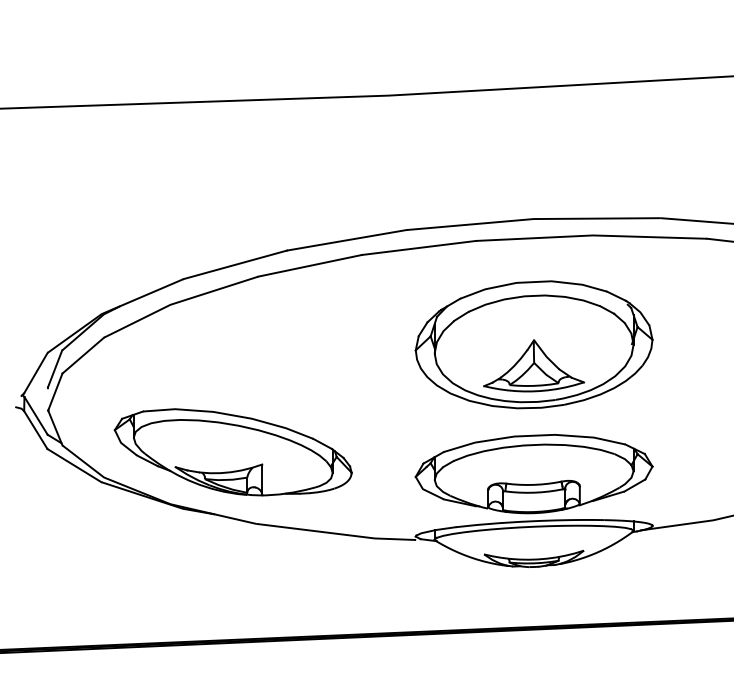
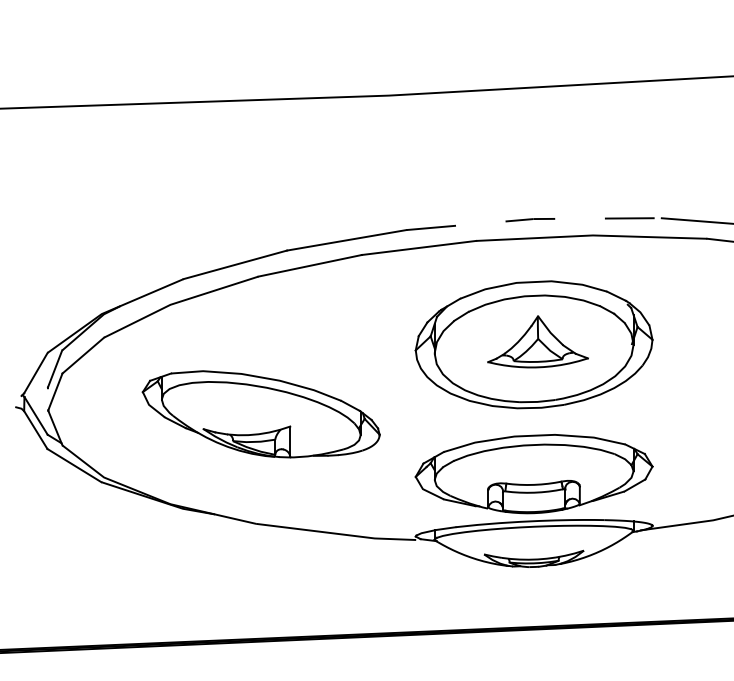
line at (533, 219): solid -> dashed
part at (533, 365) position: (533, 365) -> (537, 341)
part at (232, 452) position: (232, 452) -> (260, 414)
